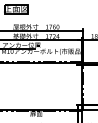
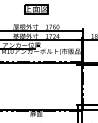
part at (16, 9) position: (16, 9) -> (36, 9)
